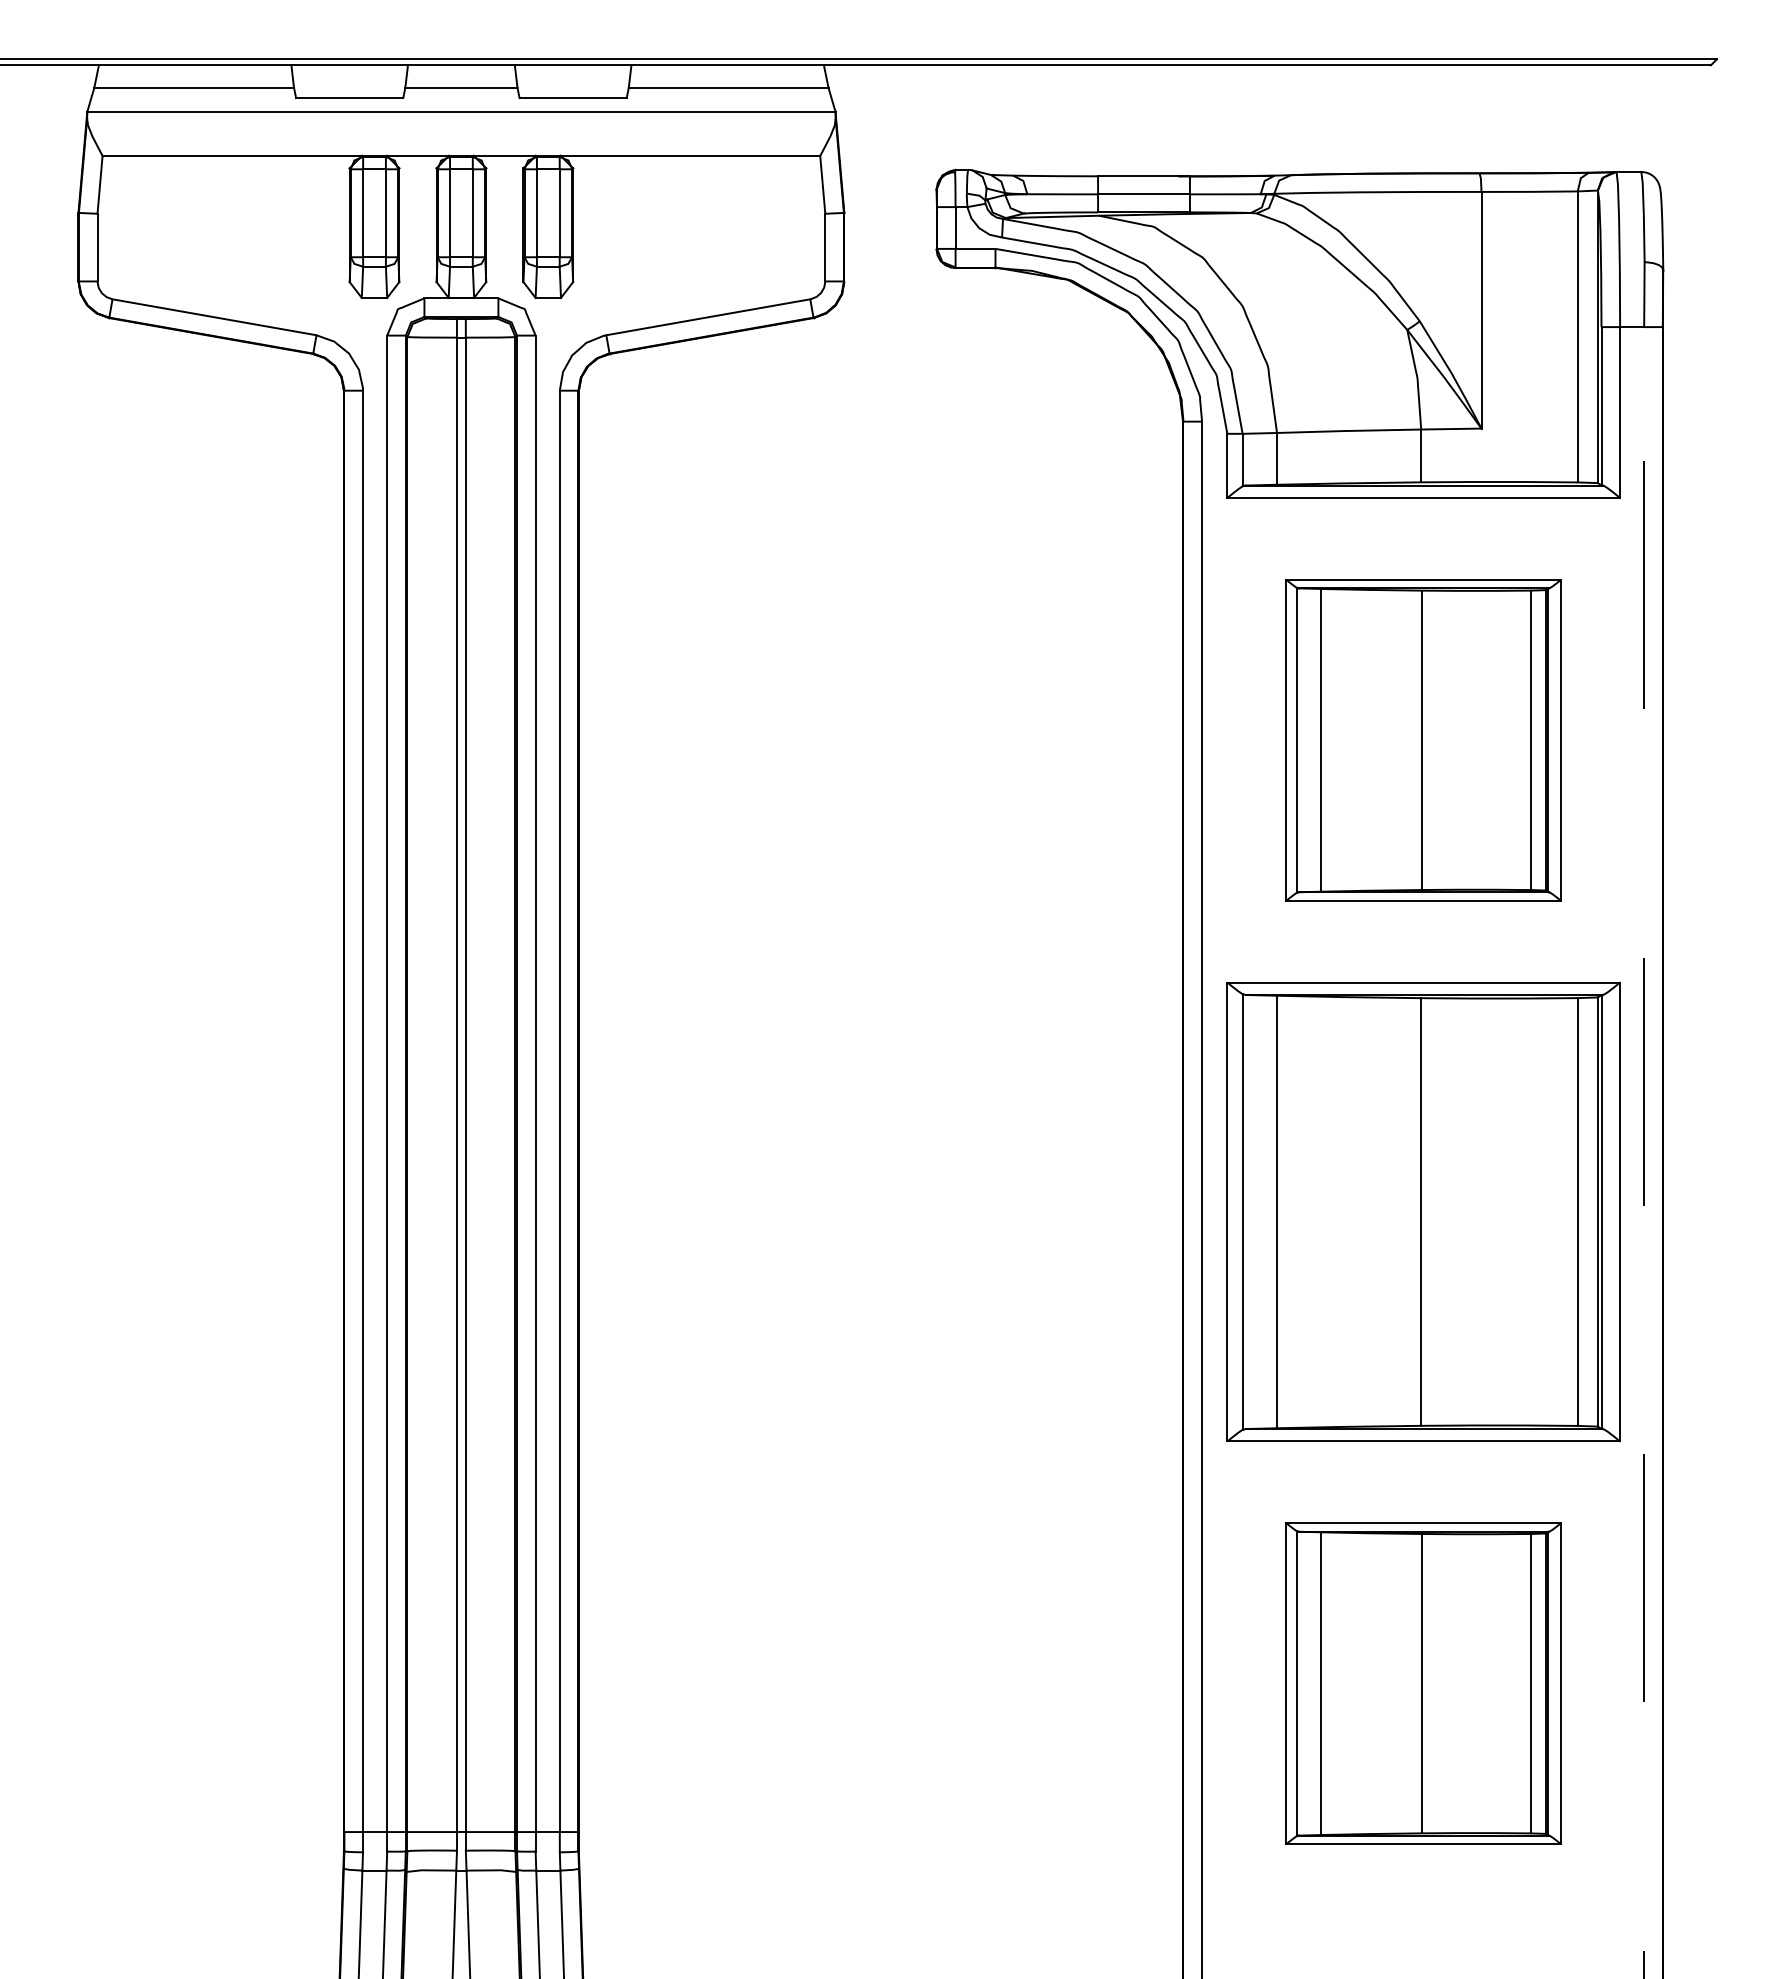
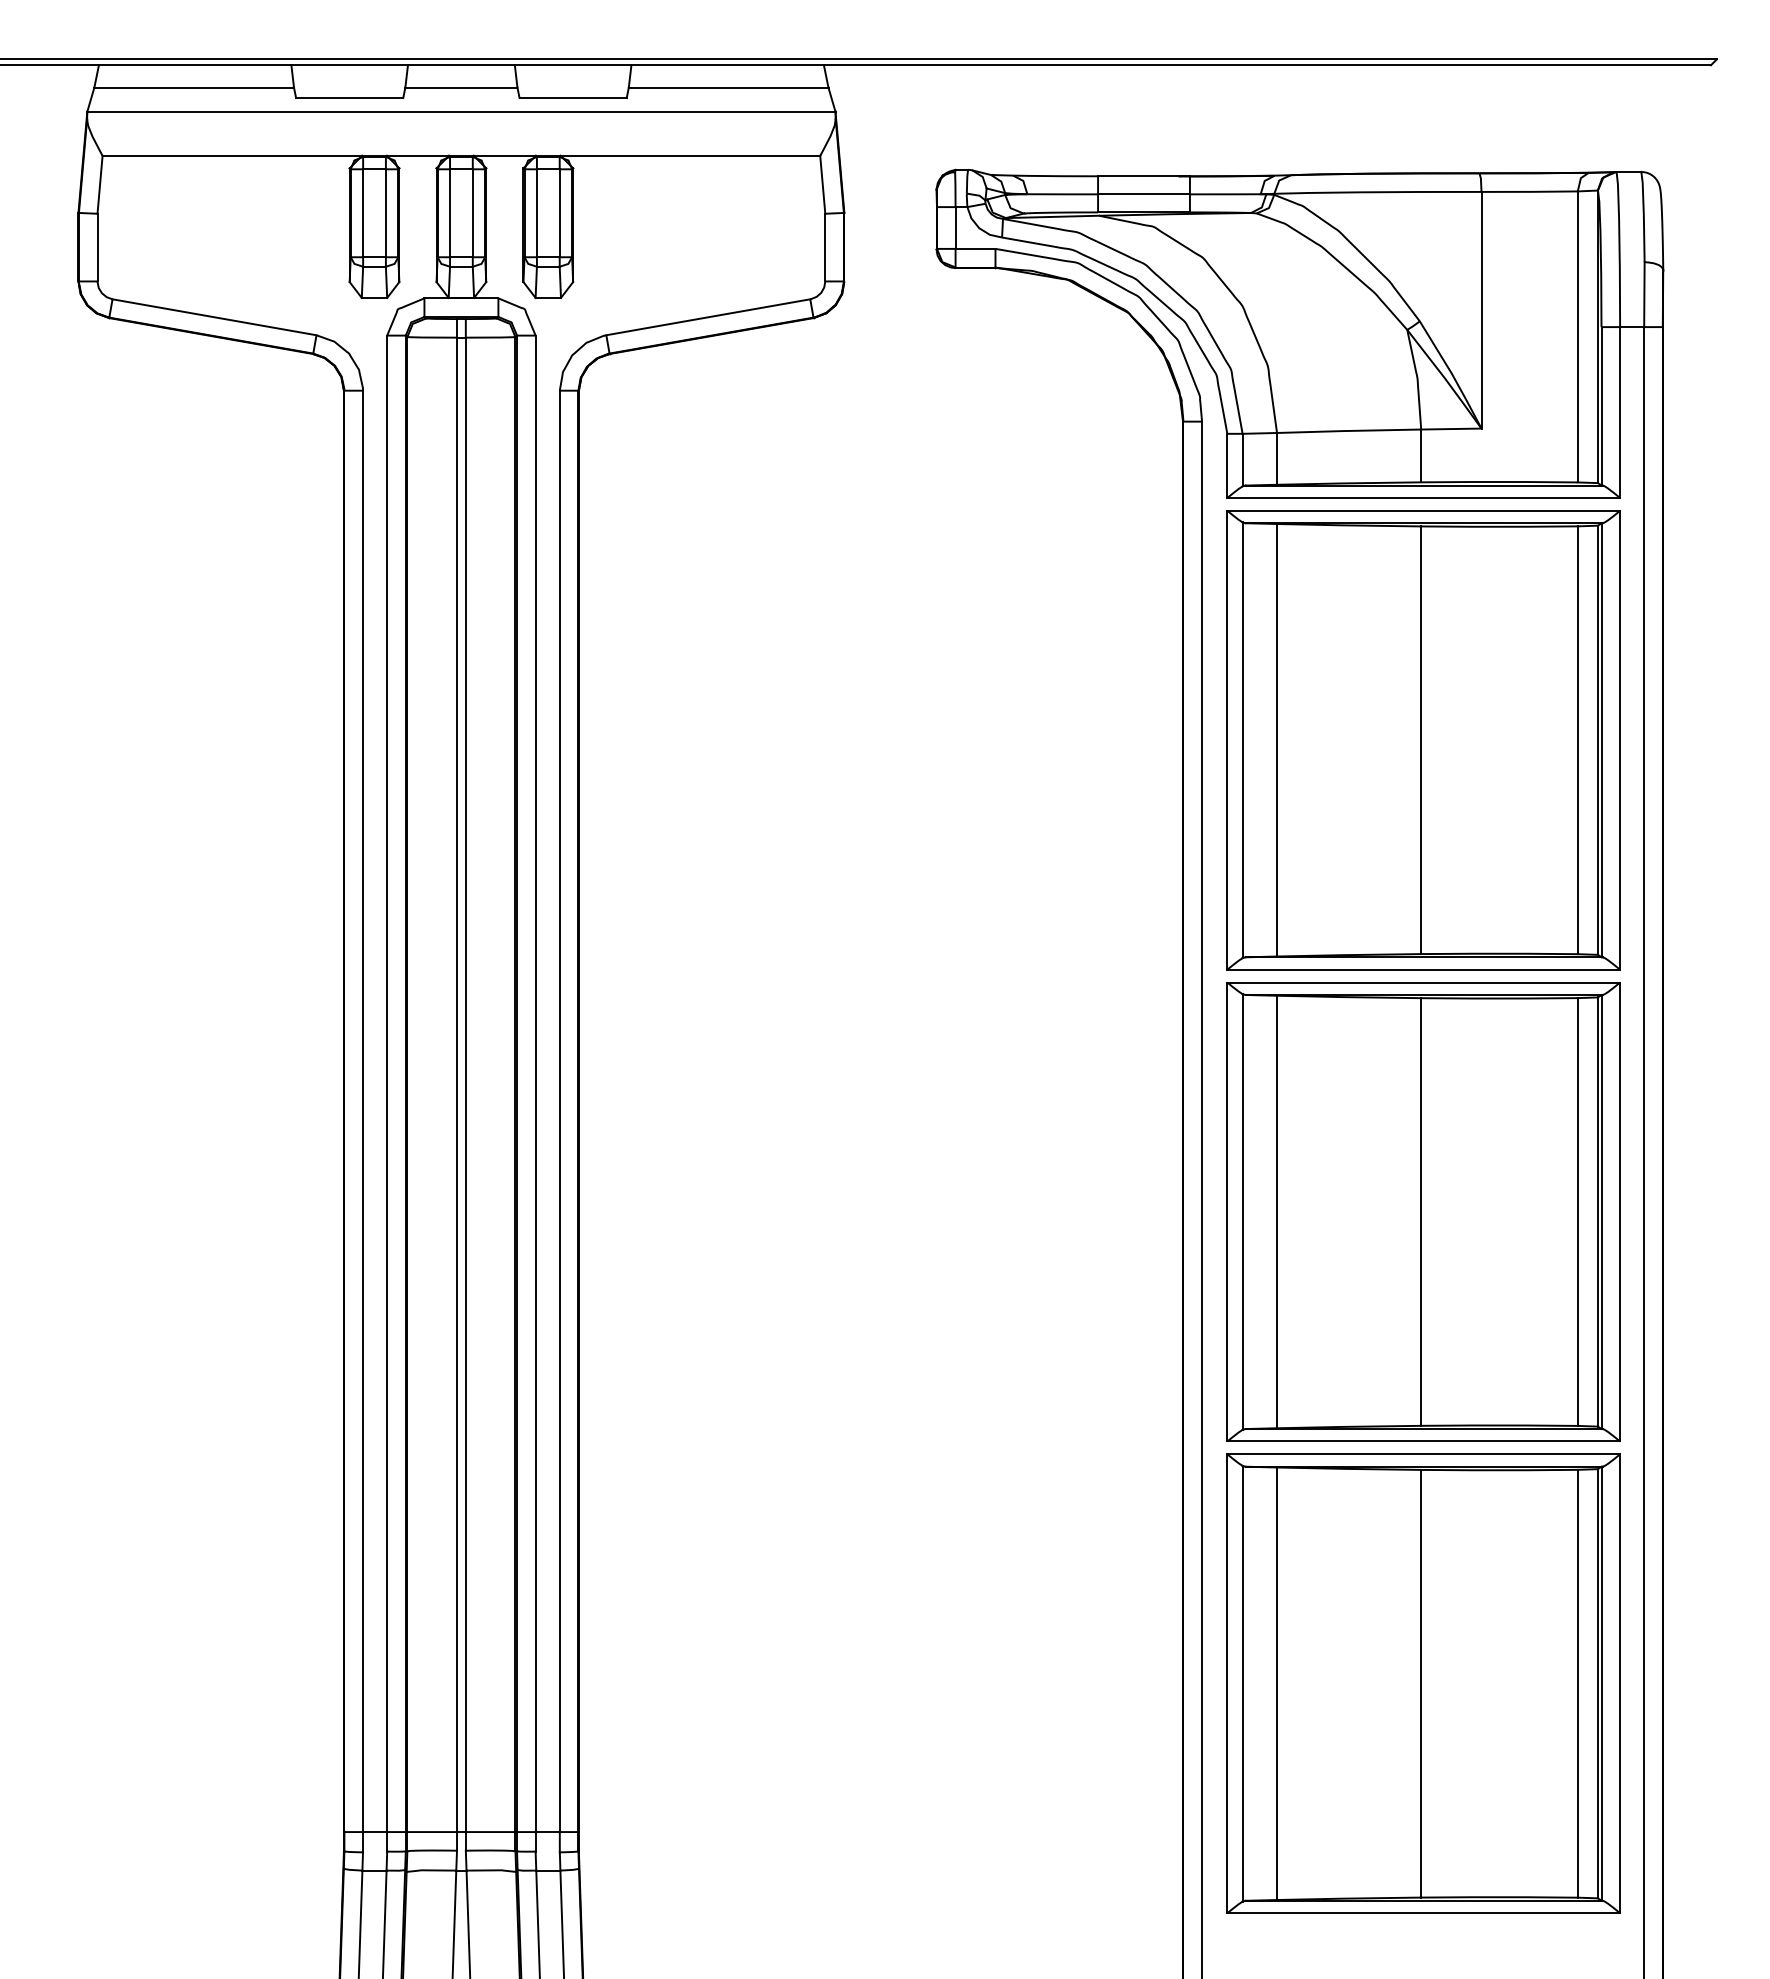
part at (1423, 740) size: 277x323 px -> 395x461 px
line at (1644, 1152): dashed -> solid
part at (1423, 1683) size: 277x323 px -> 395x461 px
